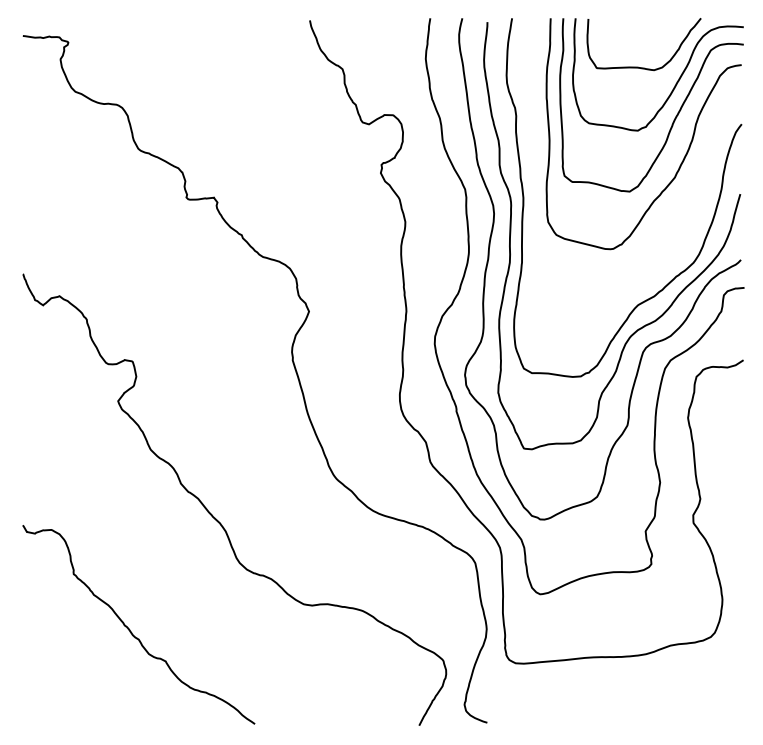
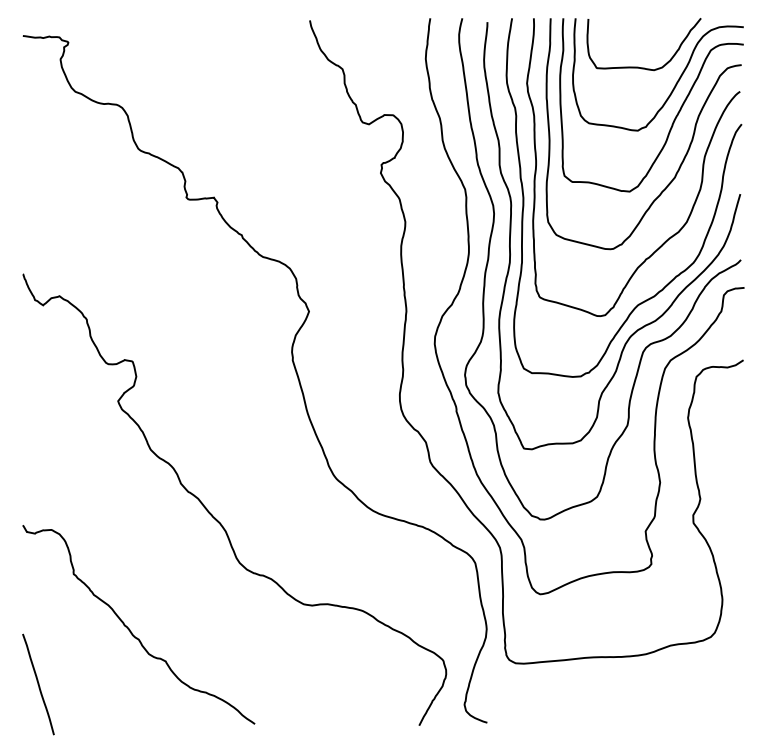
curve at (701, 172): none -> present
line at (38, 684): none -> present
